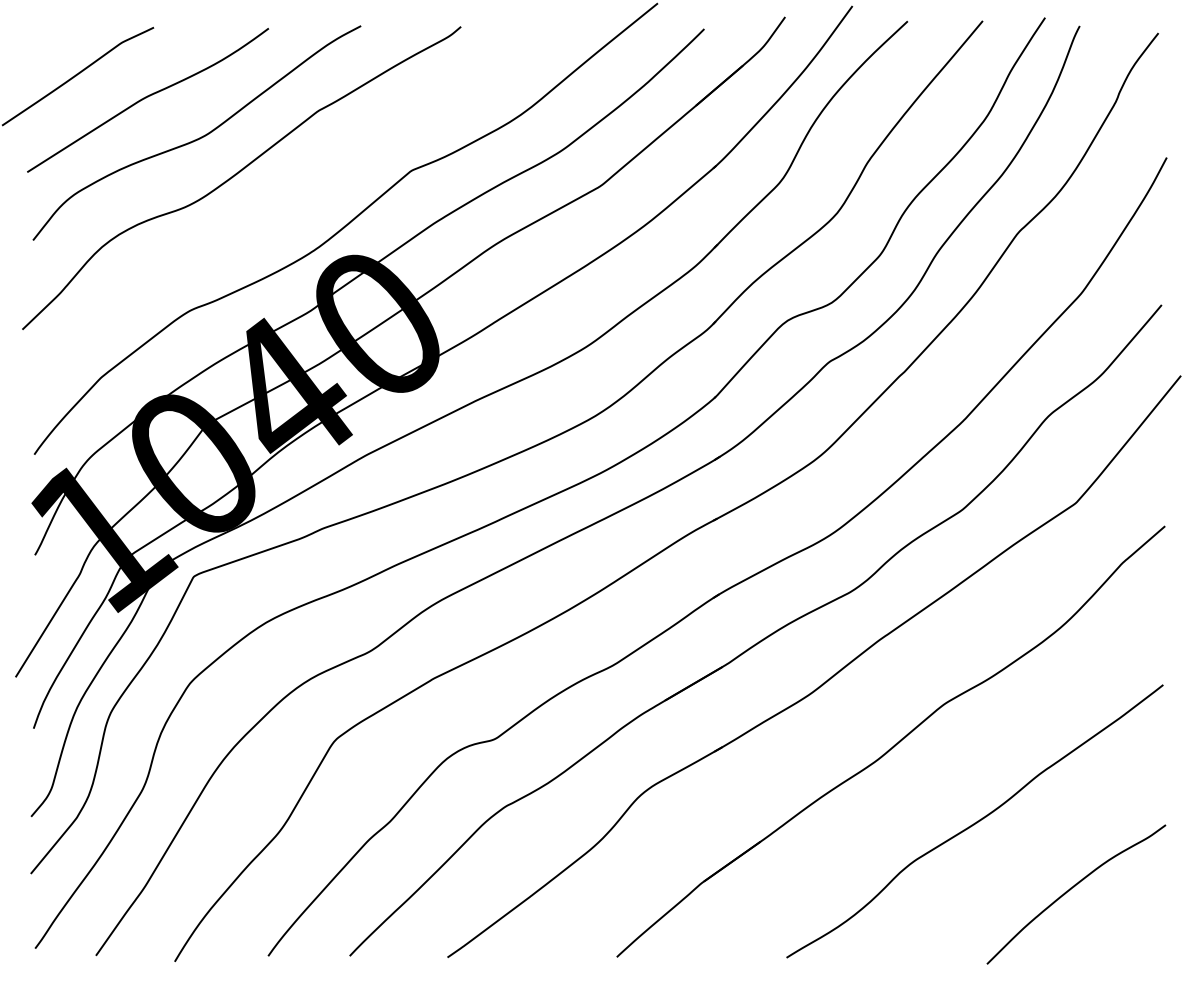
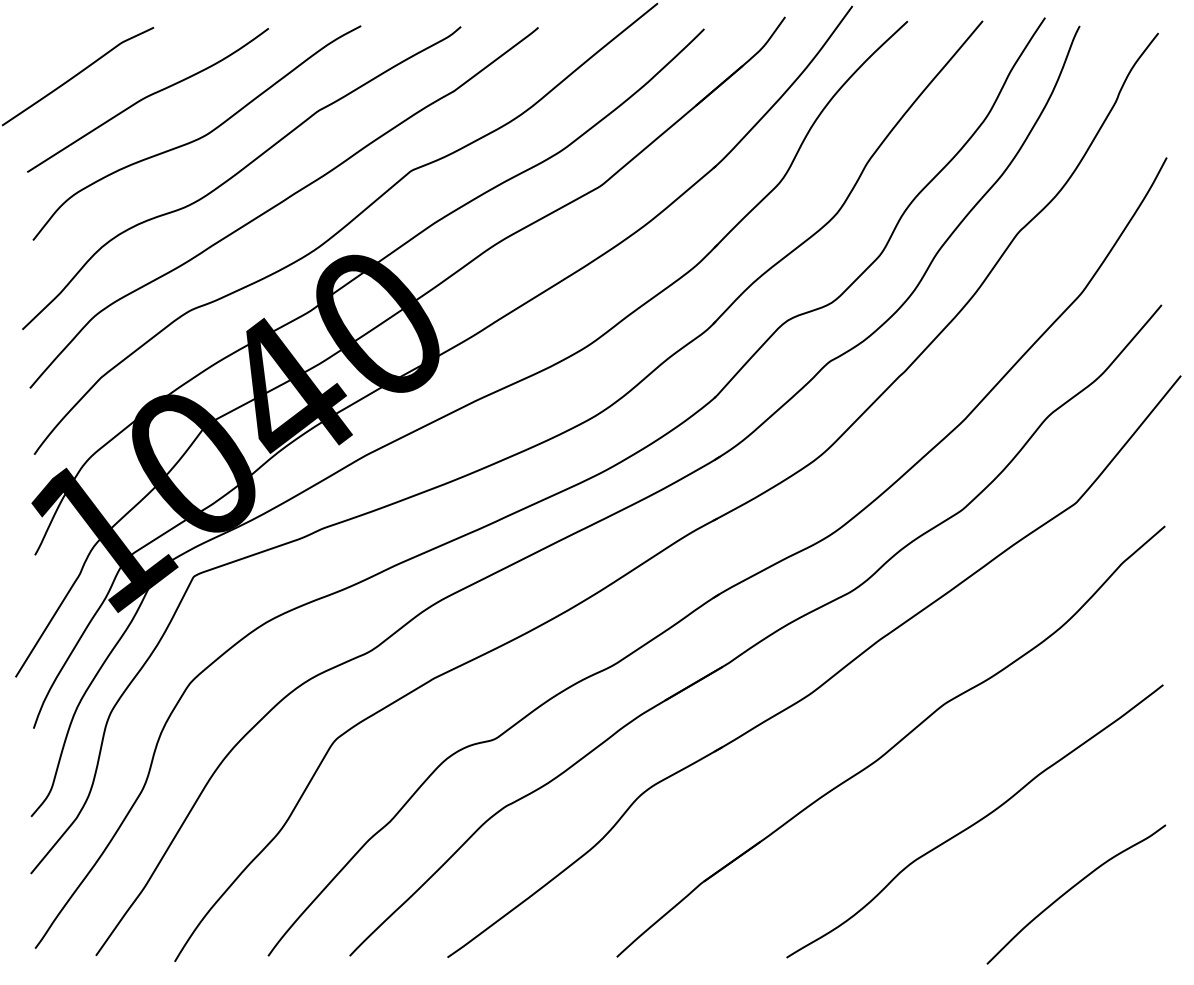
curve at (280, 204): none -> present
